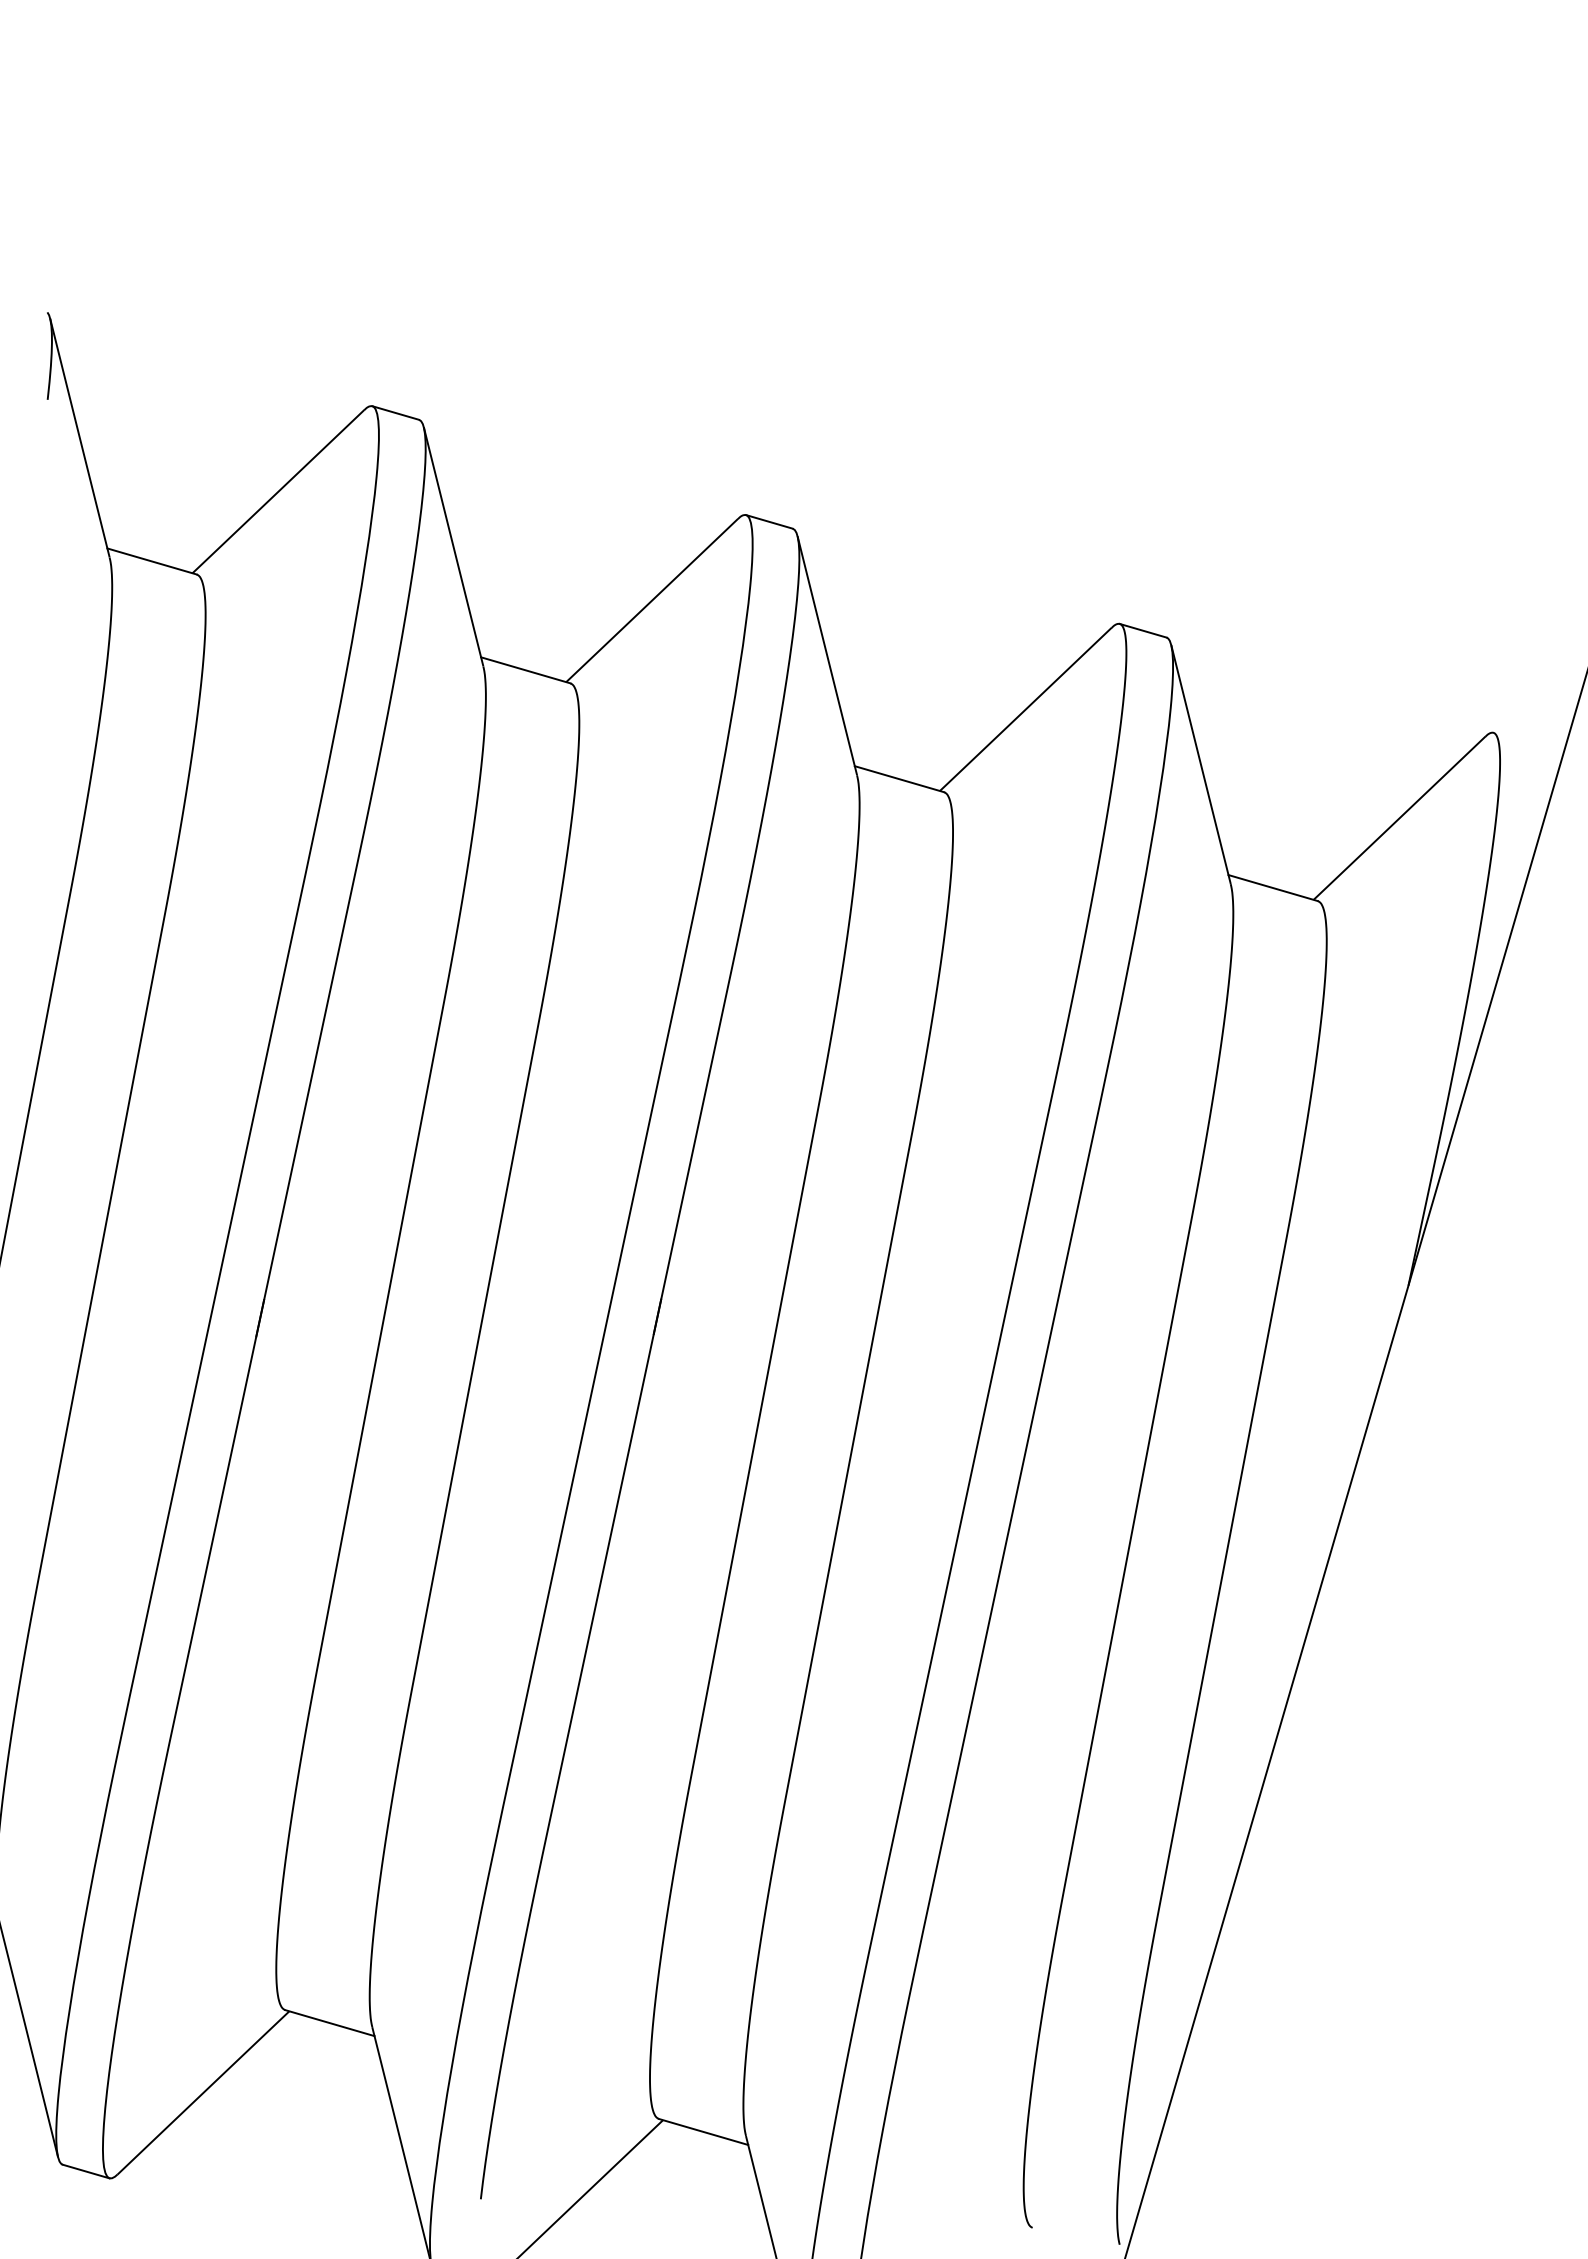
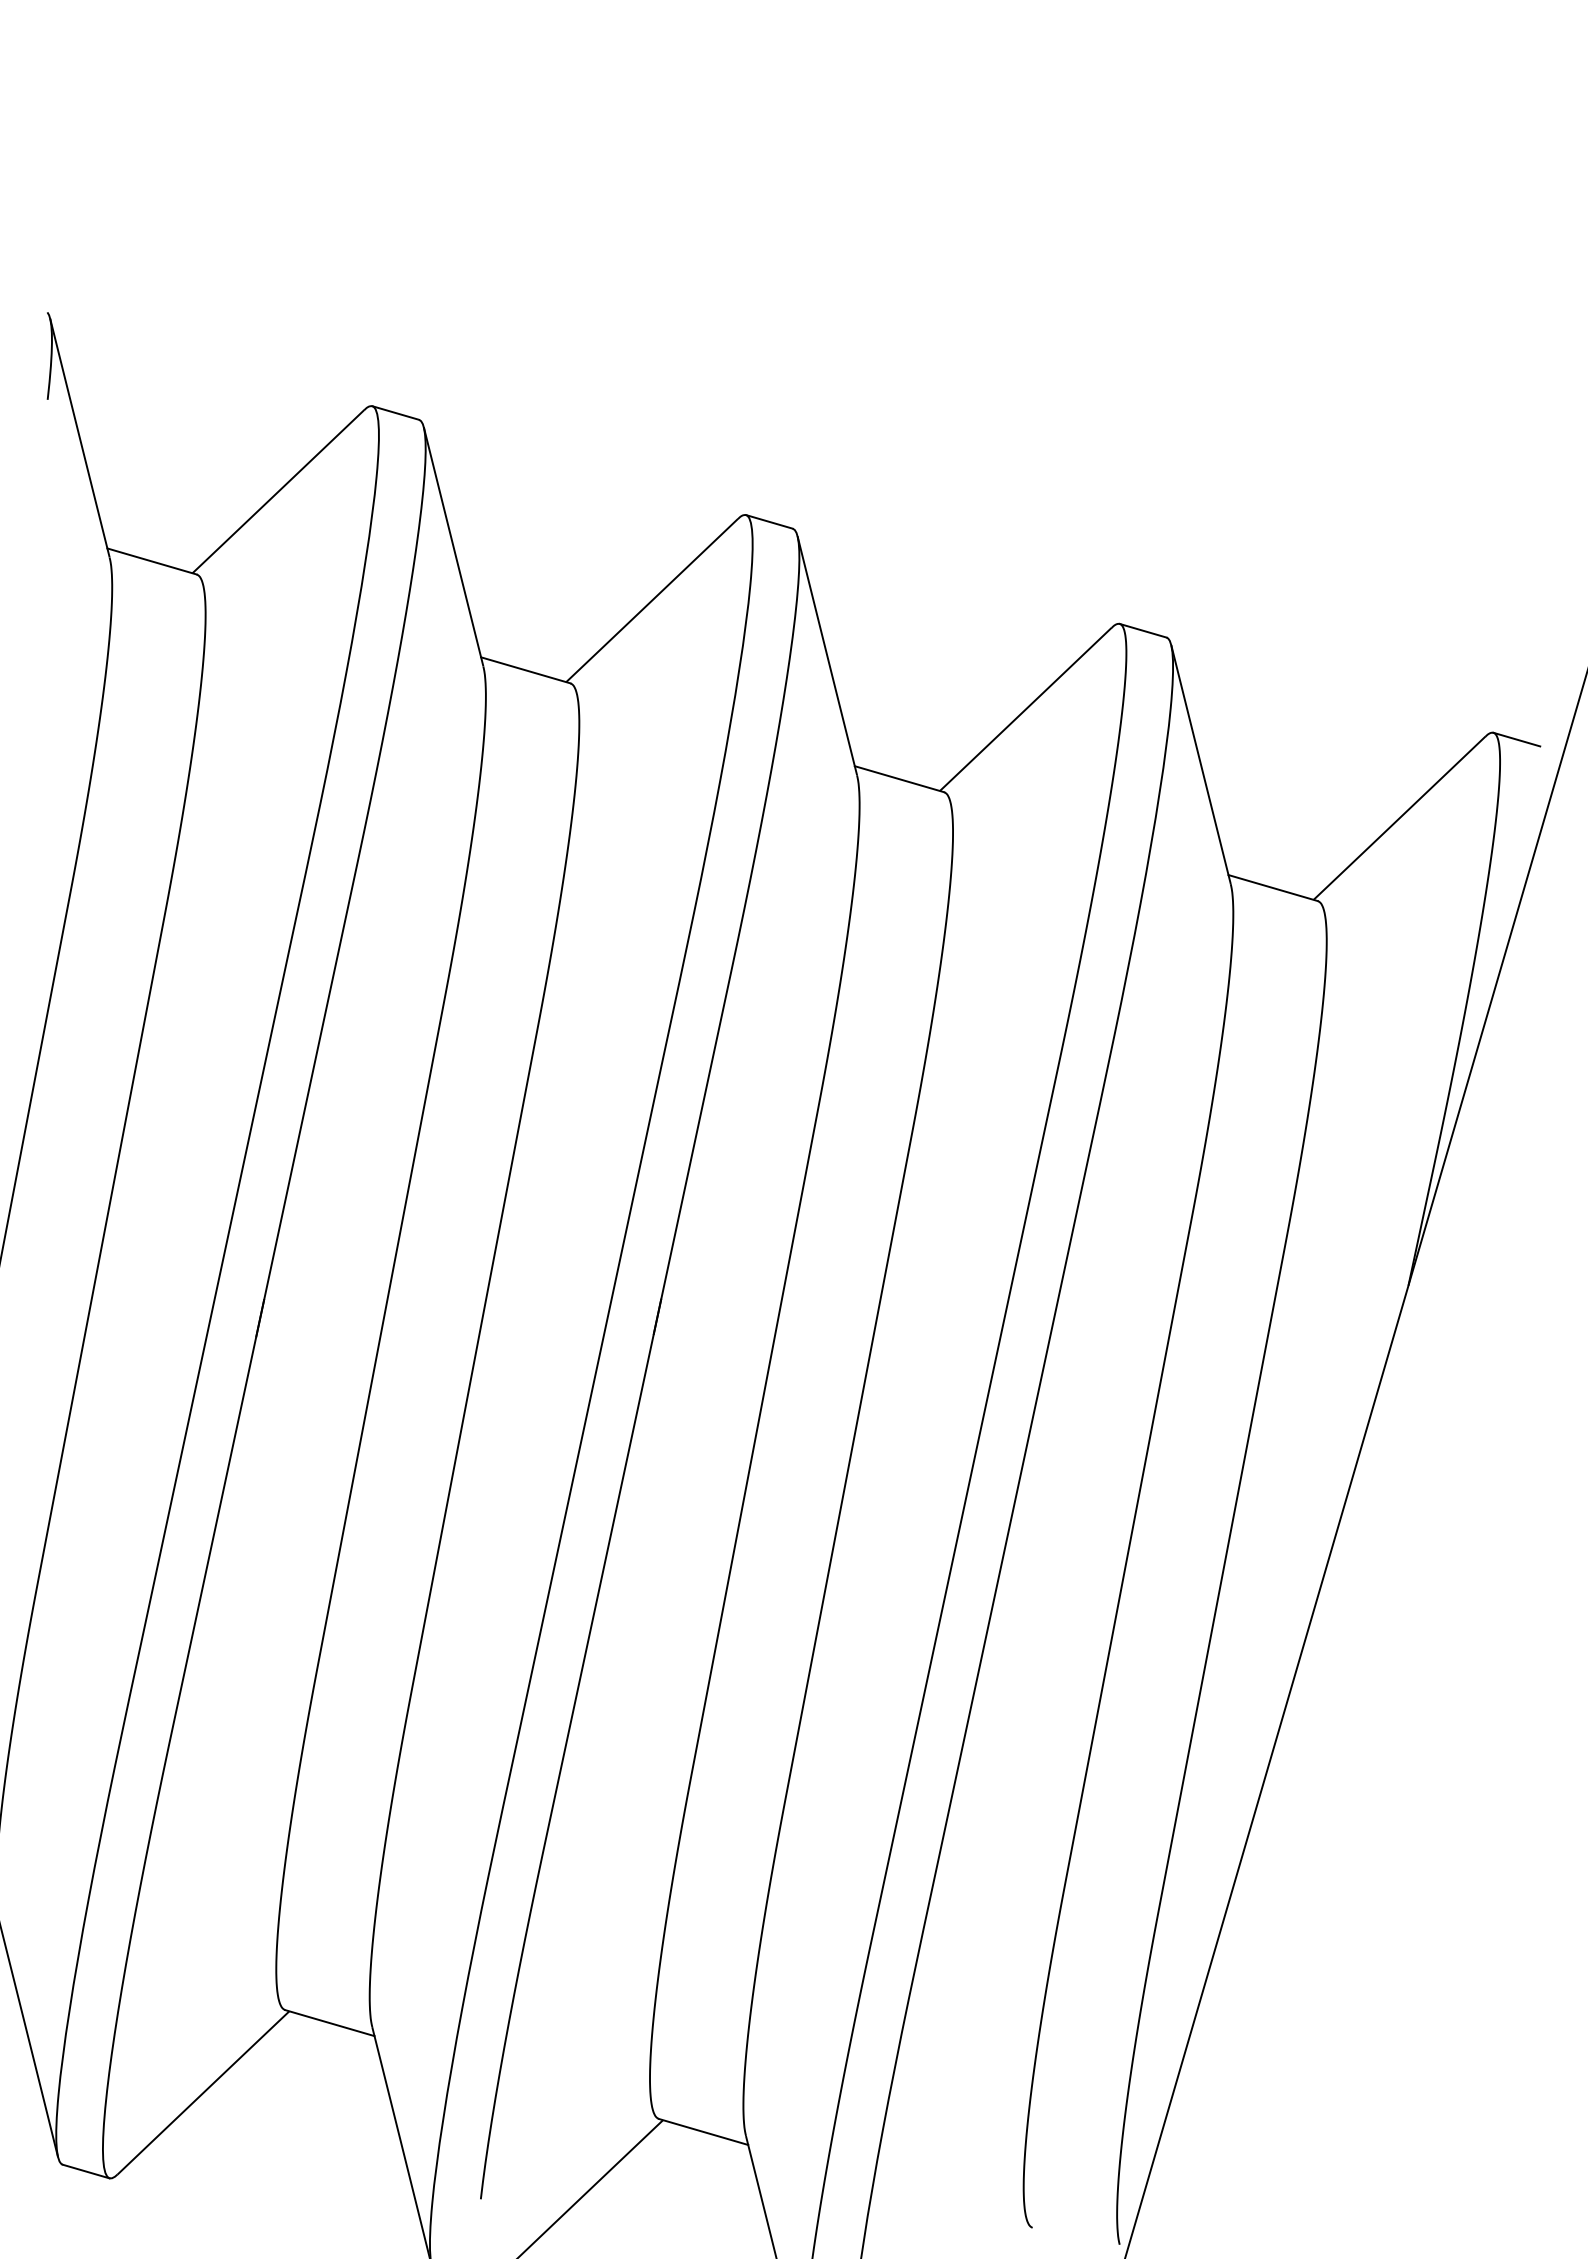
line at (1516, 739): none -> present
